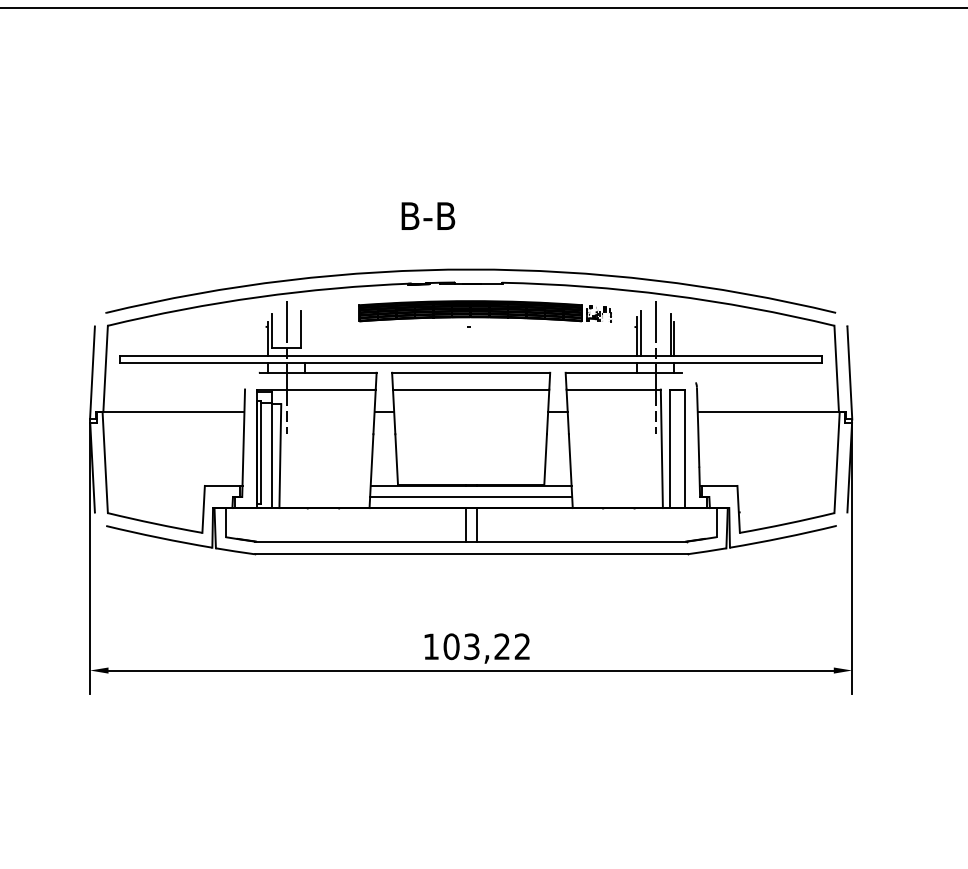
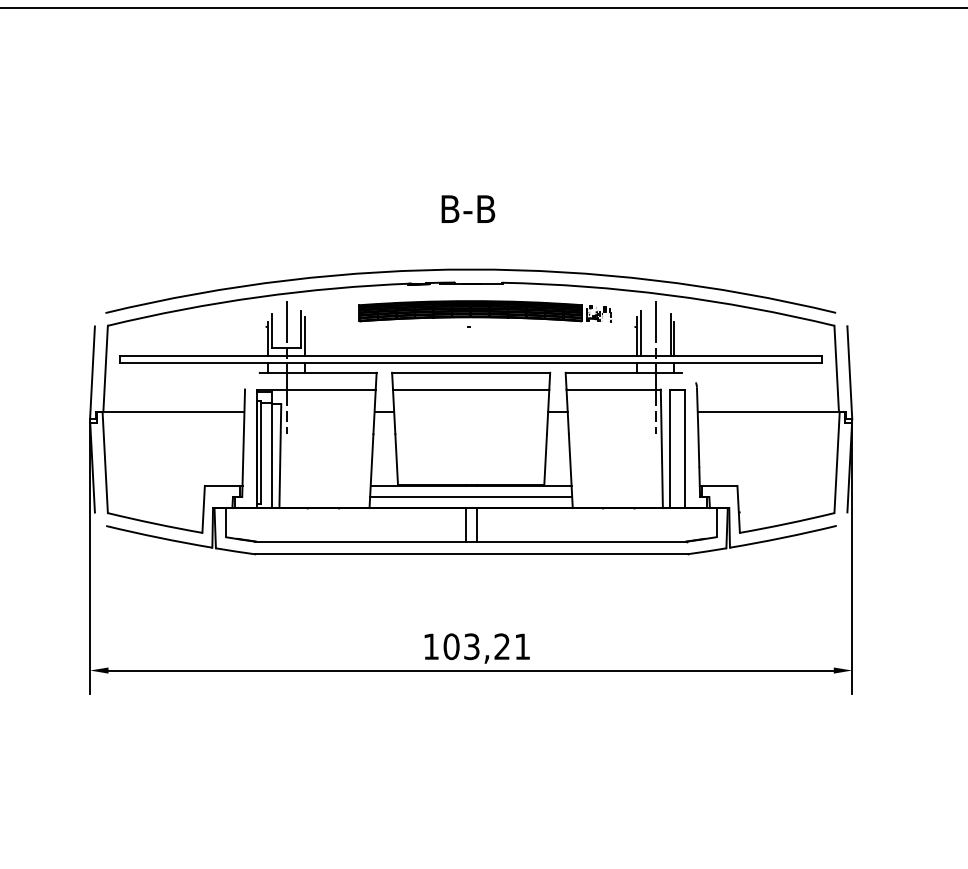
text at (428, 215) position: (428, 215) -> (468, 208)
line at (304, 336): none -> present
text at (521, 646): 103,22 -> 103,21
